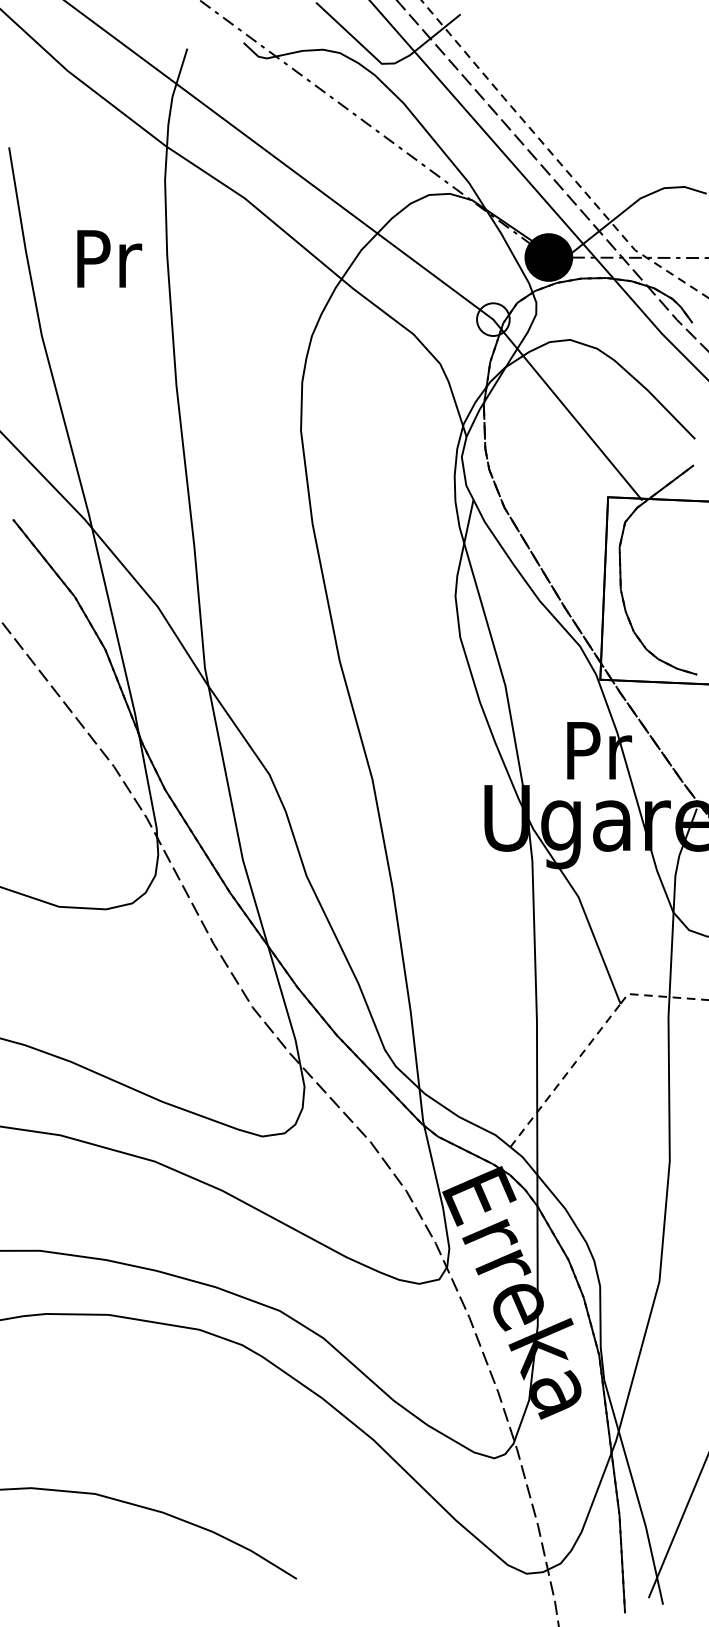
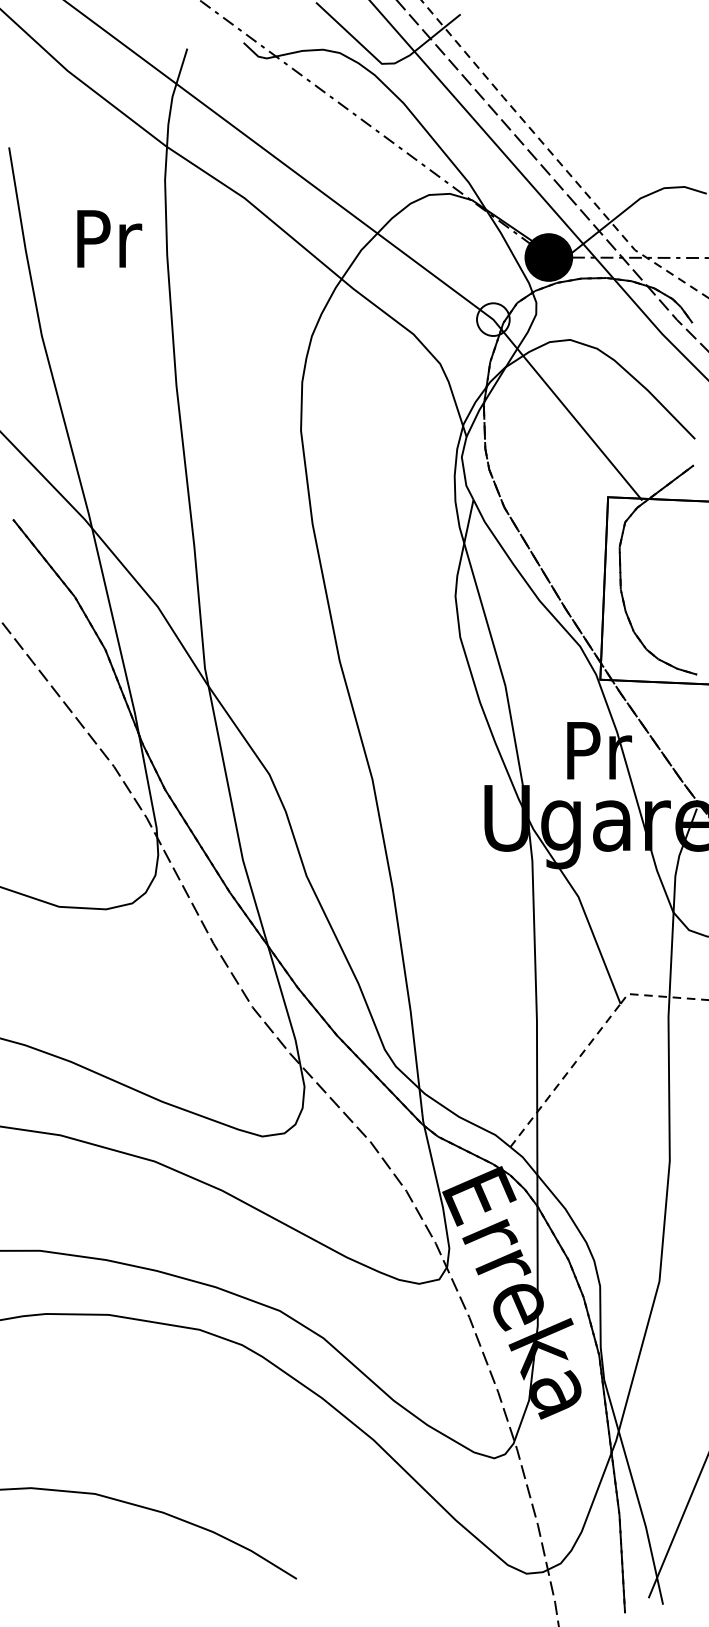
text at (109, 258) position: (109, 258) -> (109, 238)
